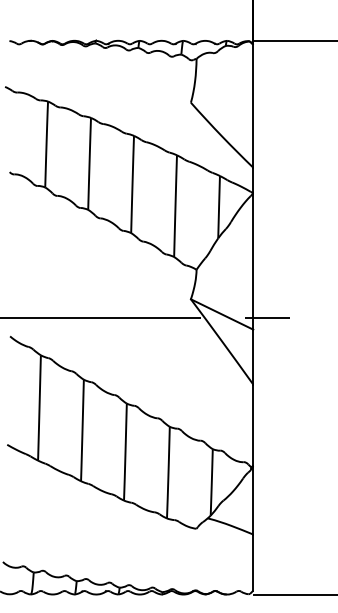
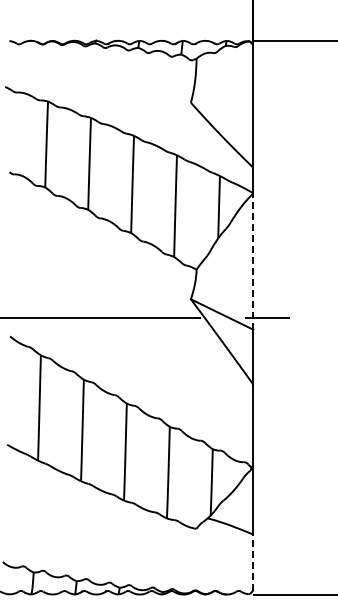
line at (253, 260): solid -> dashed
line at (253, 562): solid -> dashed
